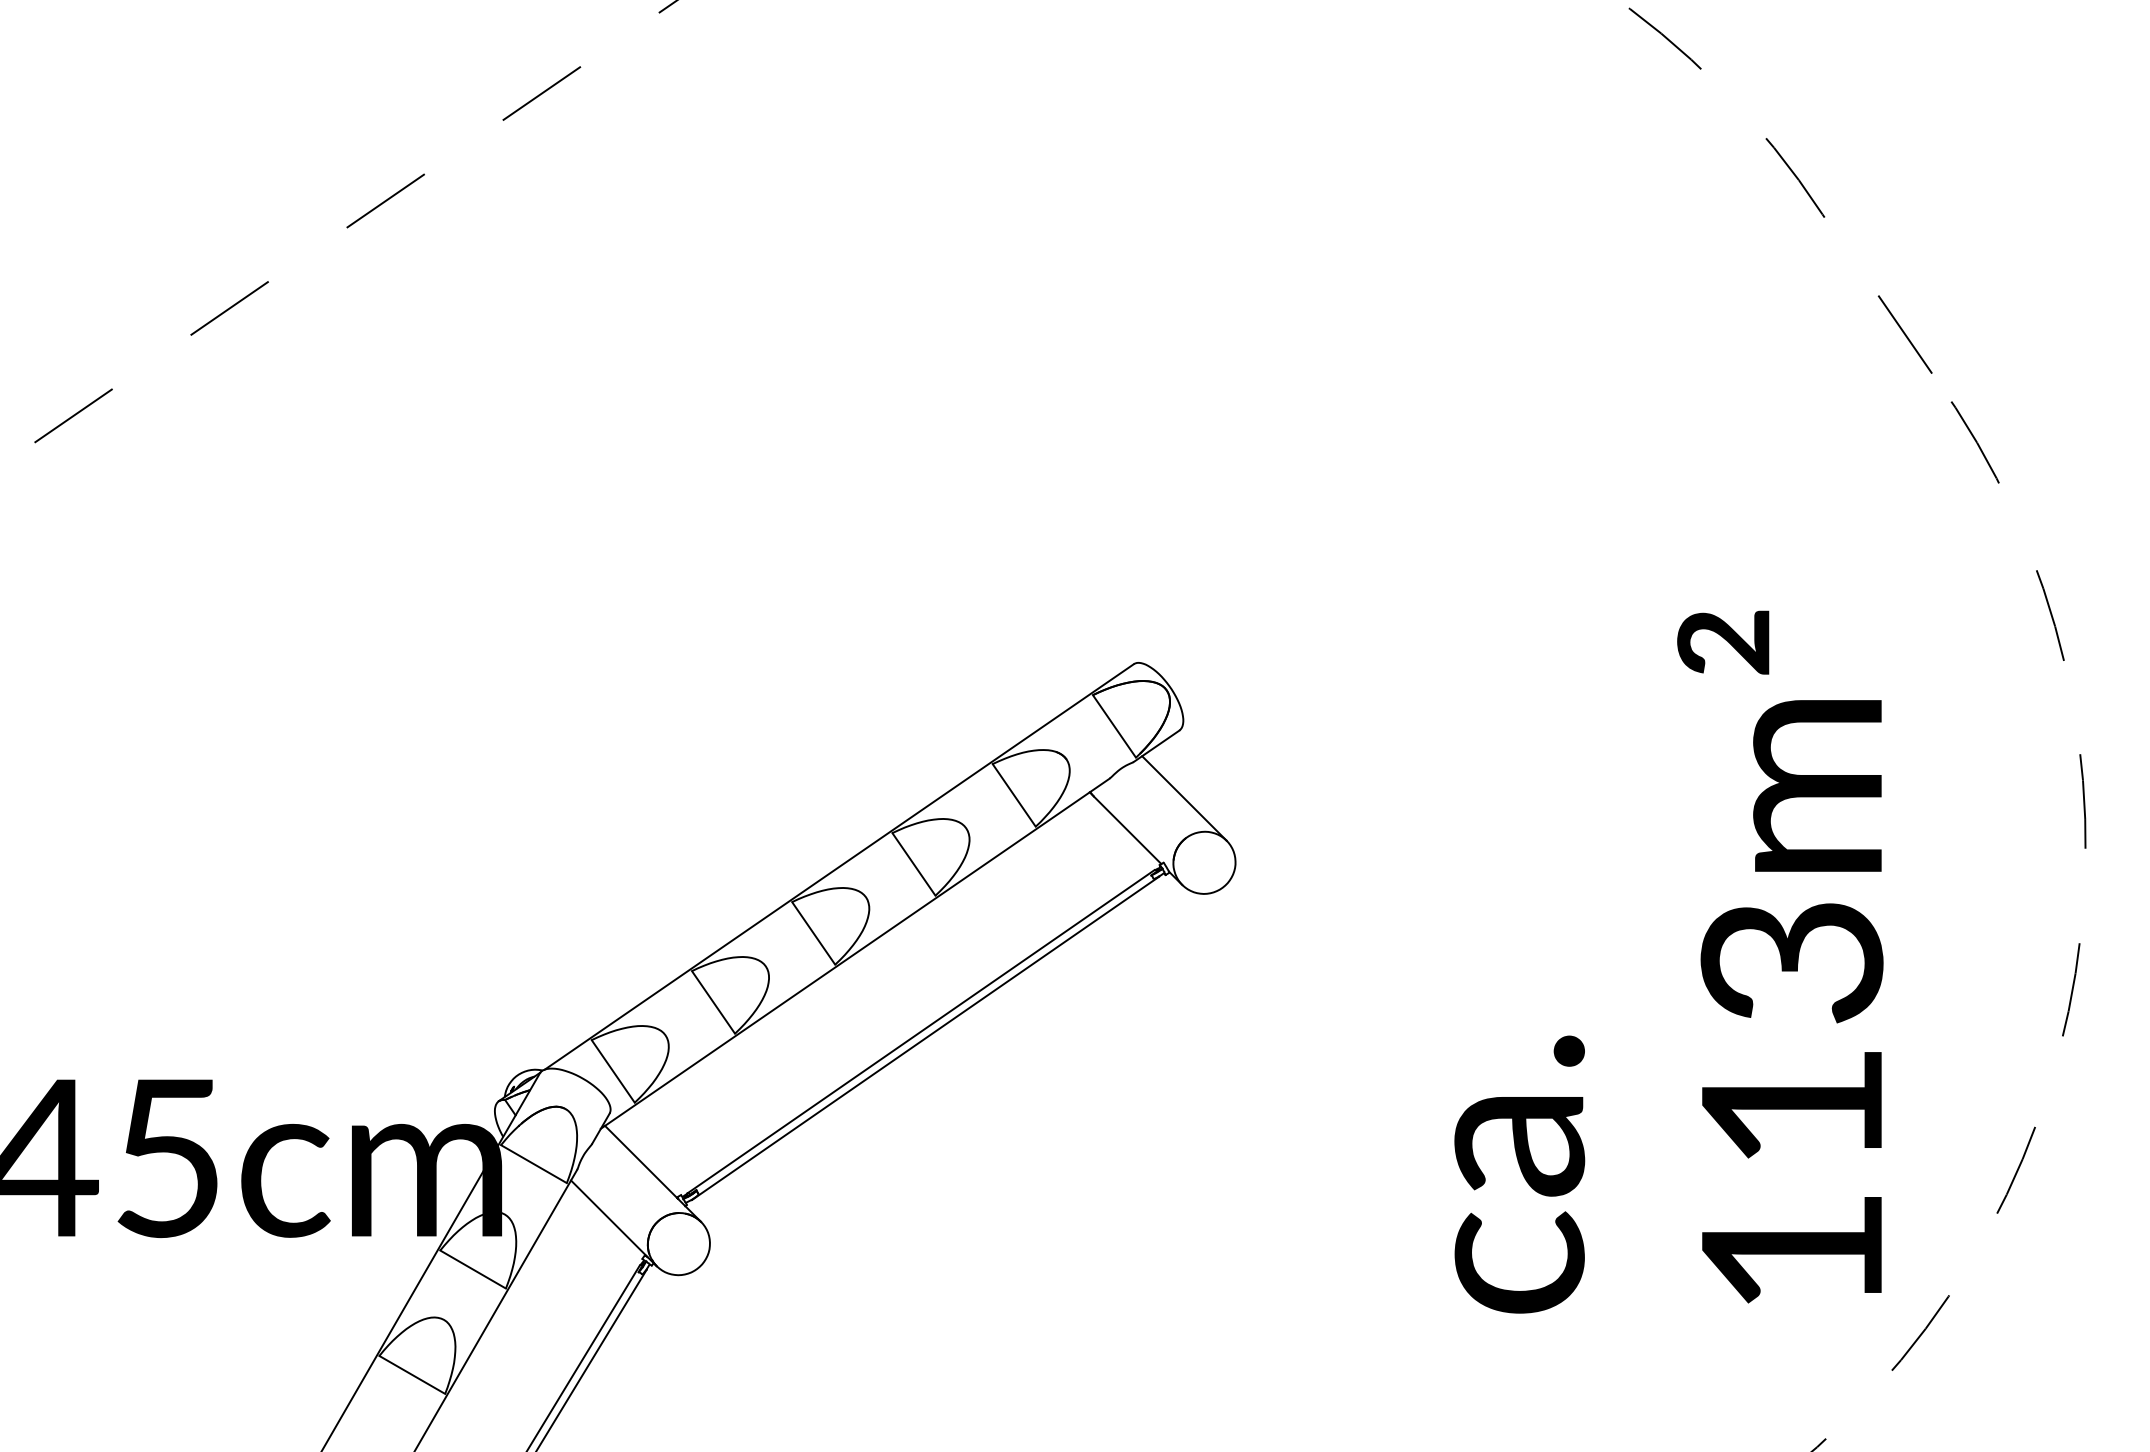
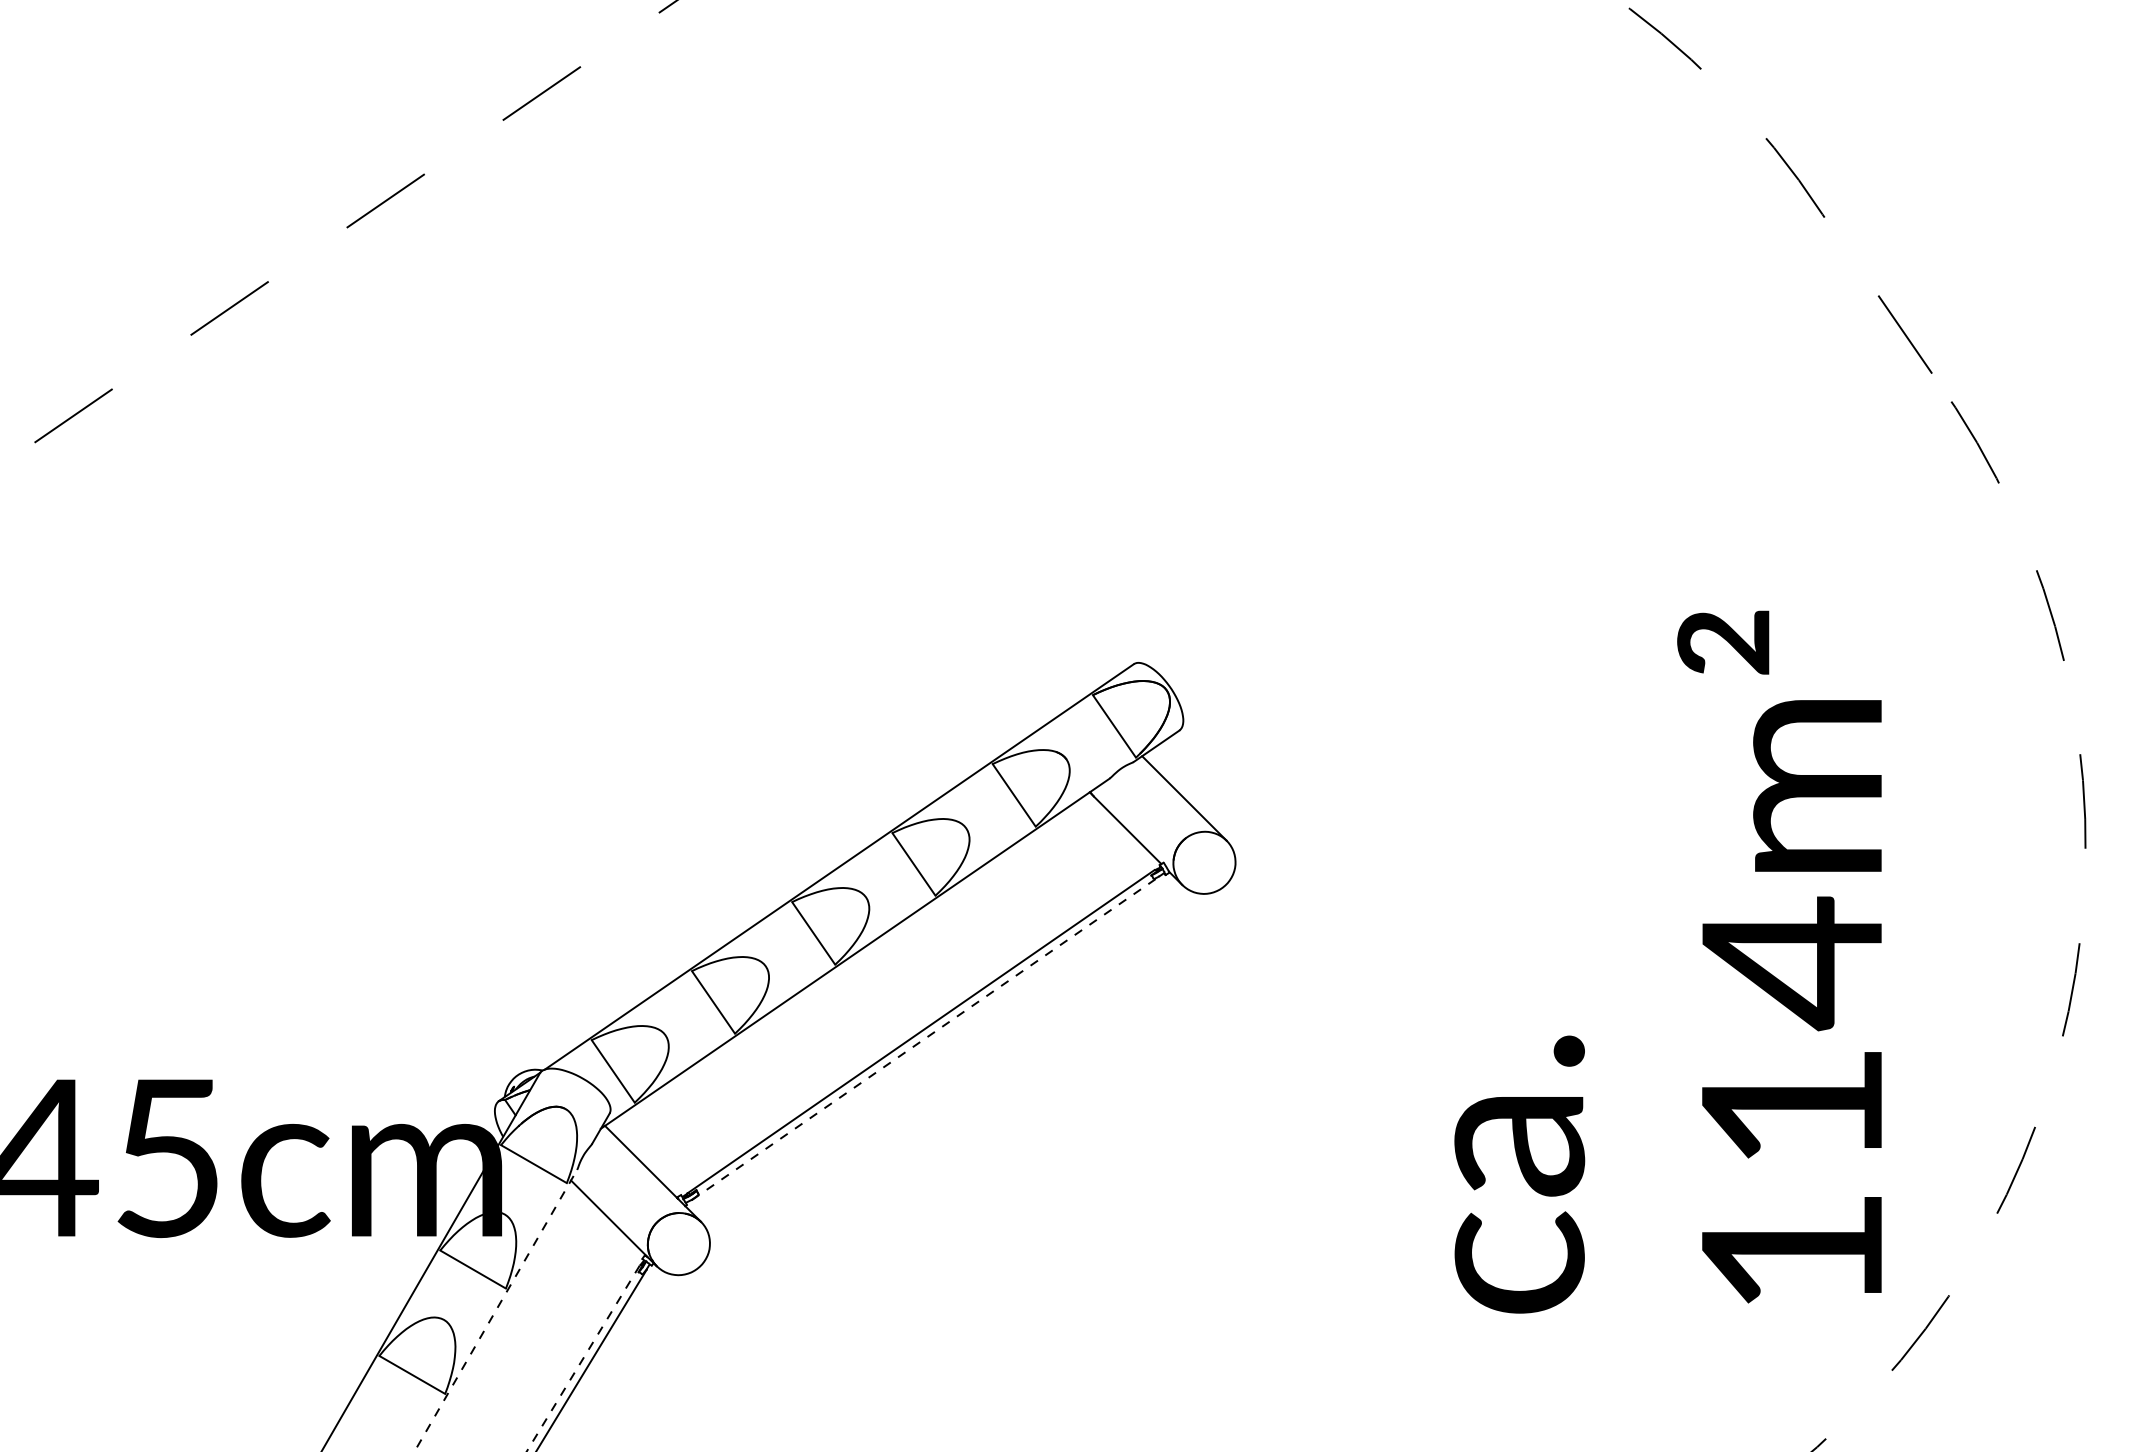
text at (1791, 963): 113m² -> 114m²
line at (925, 1038): solid -> dashed
line at (495, 1310): solid -> dashed
line at (583, 1358): solid -> dashed
